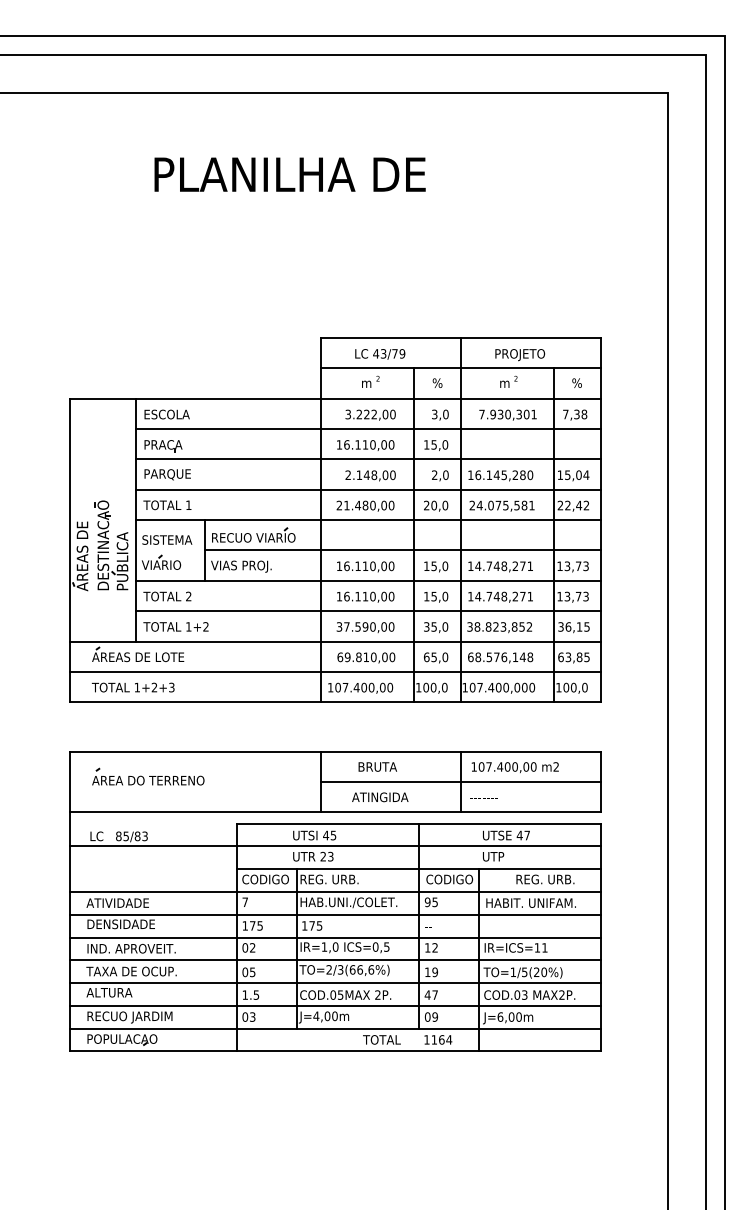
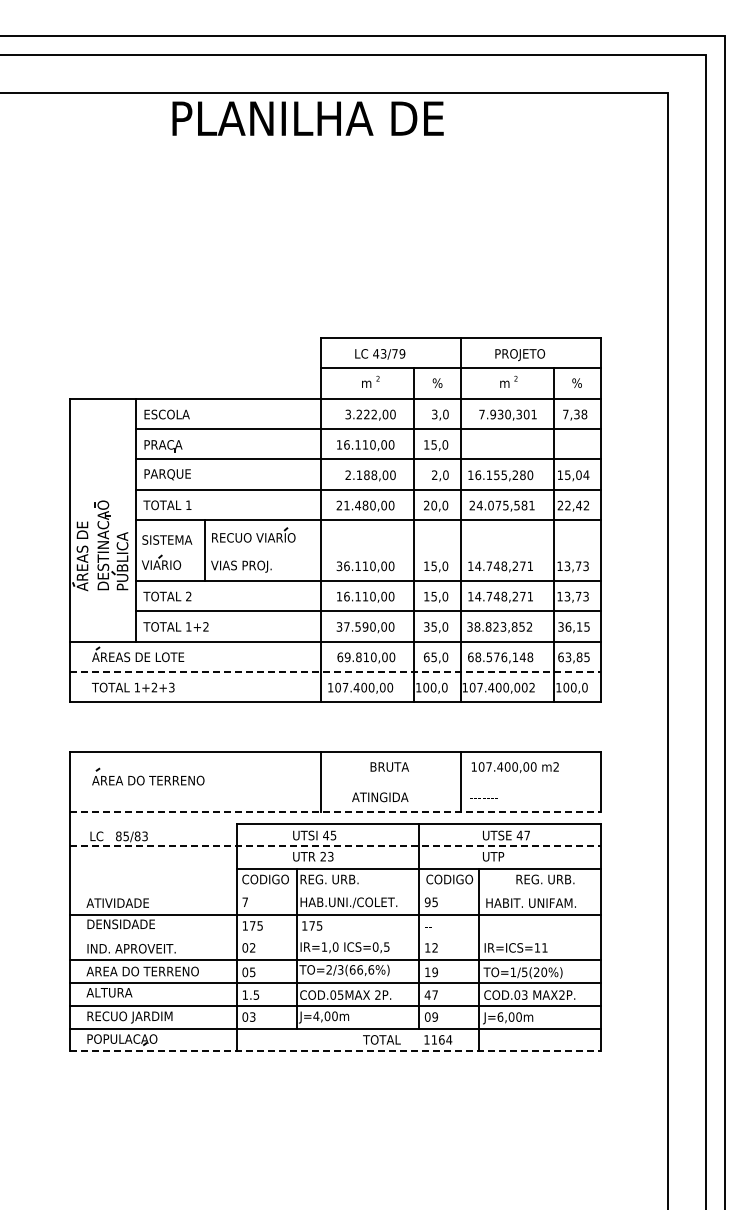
text at (289, 174) position: (289, 174) -> (307, 118)
text at (366, 475): 2.148,00 -> 2.188,00
text at (496, 475): 16.145,280 -> 16.155,280
line at (403, 550): present -> none
text at (339, 566): 16.110,00 -> 36.110,00
line at (336, 671): solid -> dashed
text at (532, 687): 107.400,000 -> 107.400,002
text at (377, 766) position: (377, 766) -> (389, 766)
line at (460, 781): present -> none
line at (336, 811): solid -> dashed
line at (336, 846): solid -> dashed
line at (335, 892): present -> none
line at (335, 937): present -> none
text at (142, 971): TAXA DE OCUP. -> AREA DO TERRENO
line at (336, 1051): solid -> dashed
